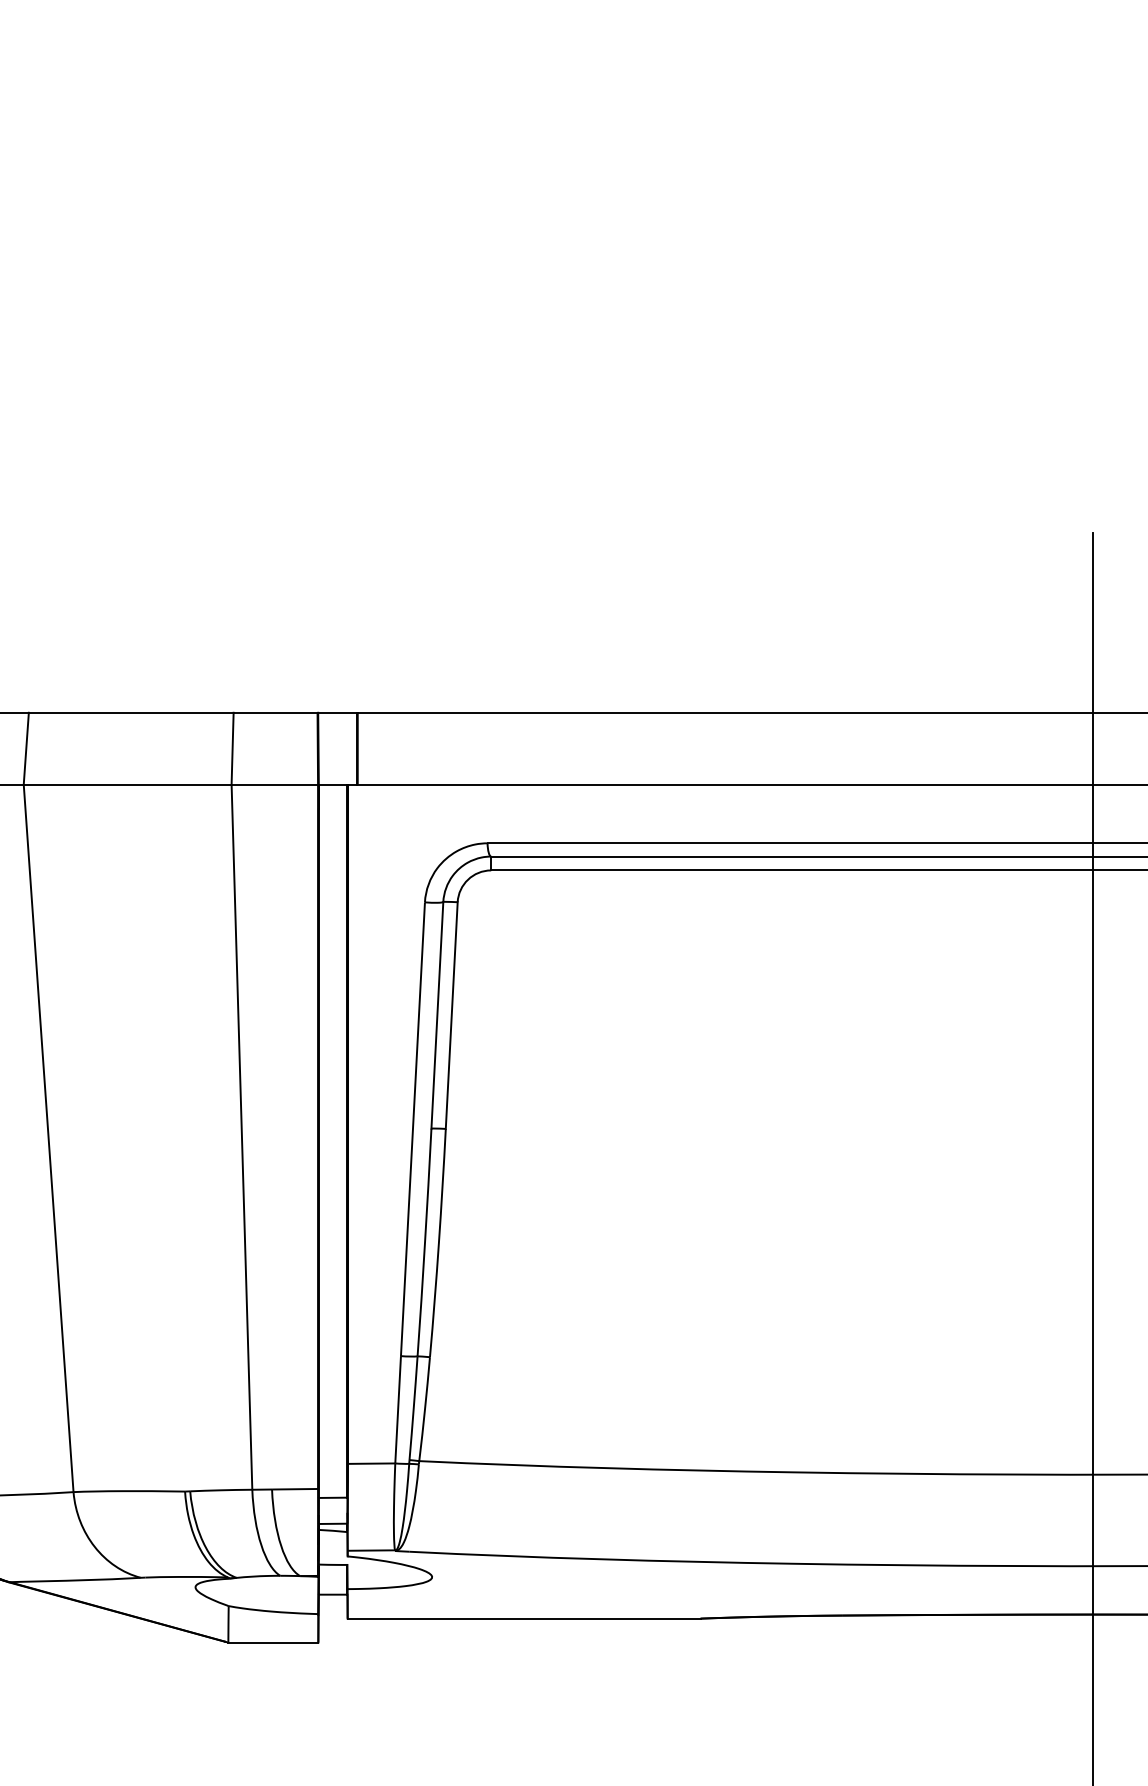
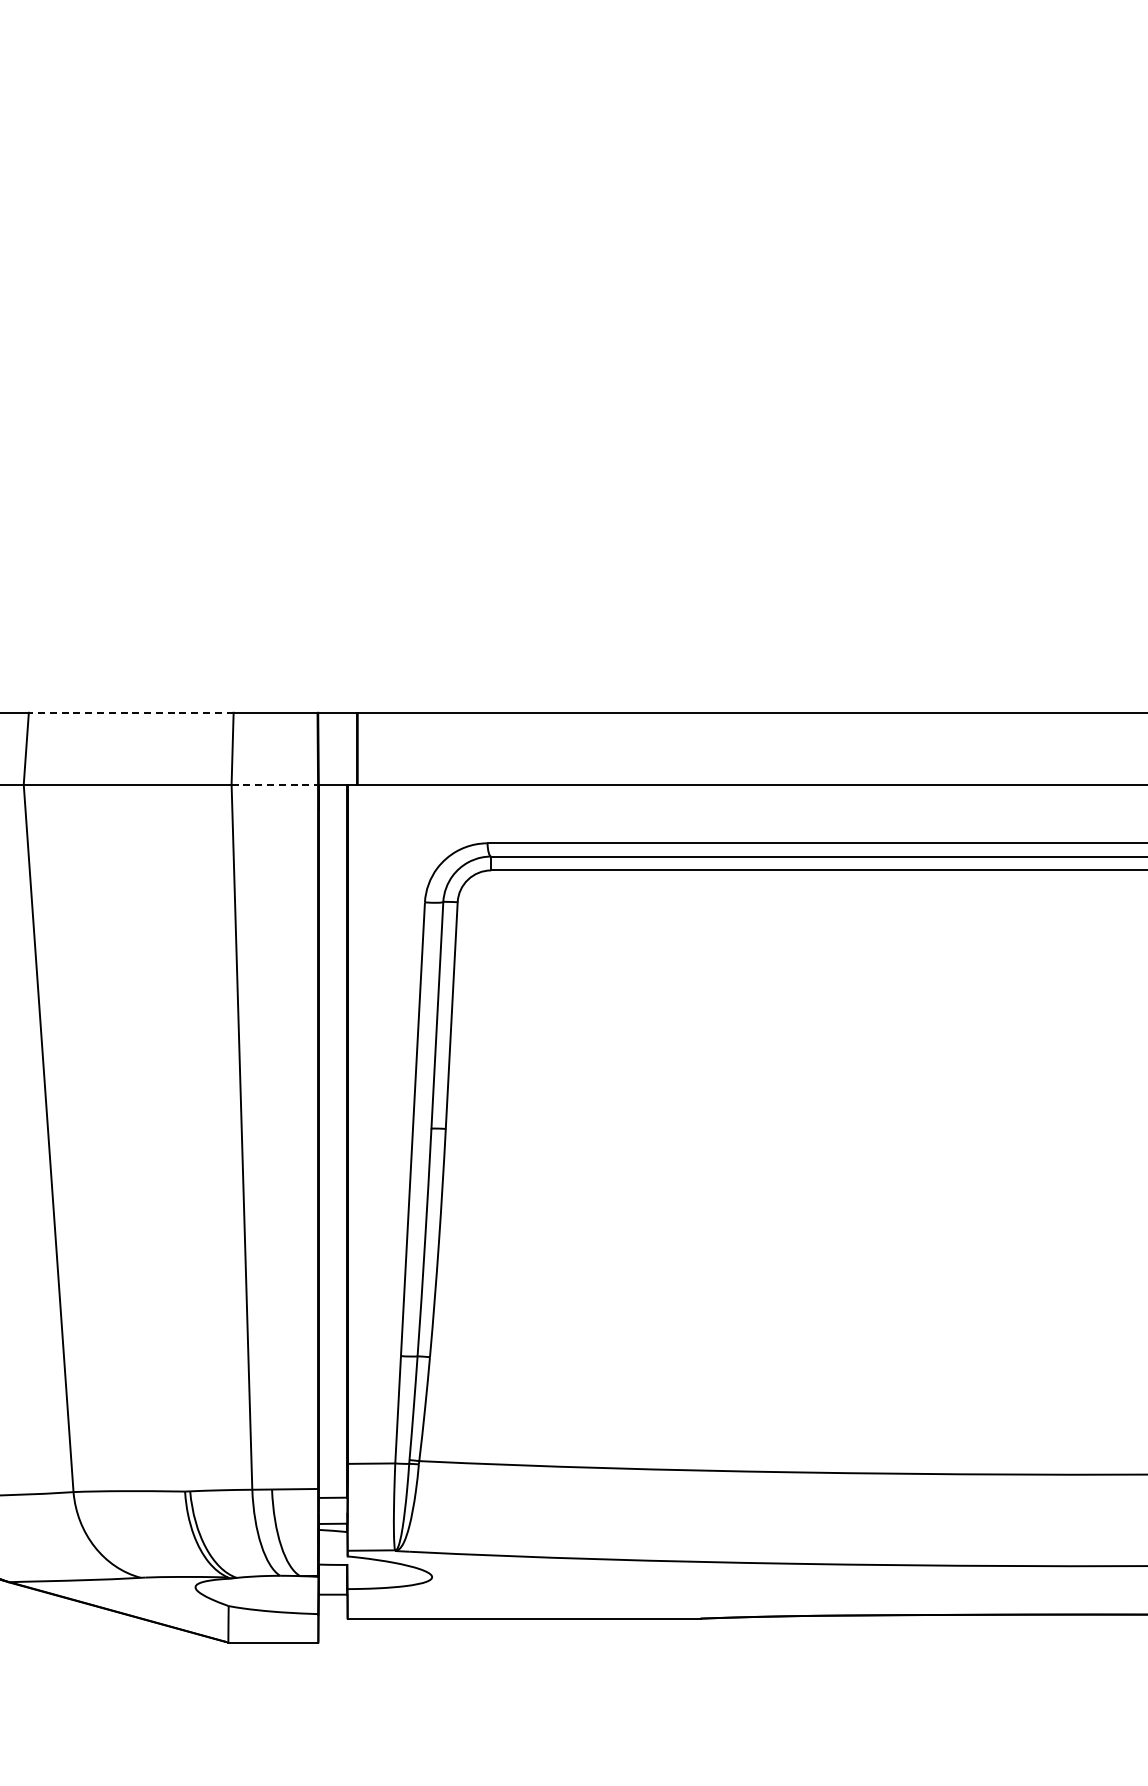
line at (130, 712): solid -> dashed
line at (275, 784): solid -> dashed
line at (1092, 1157): present -> none
